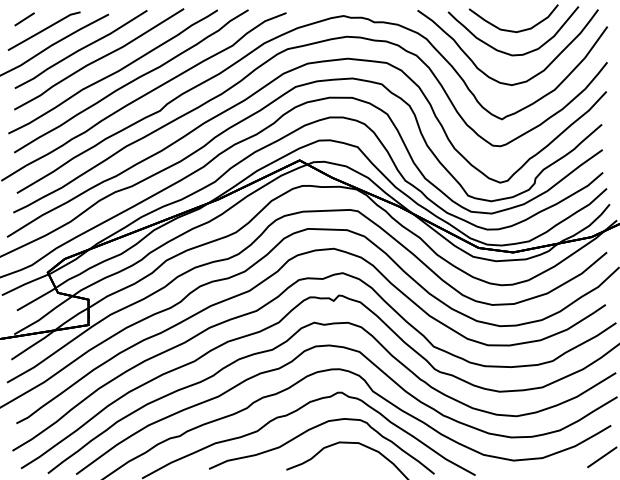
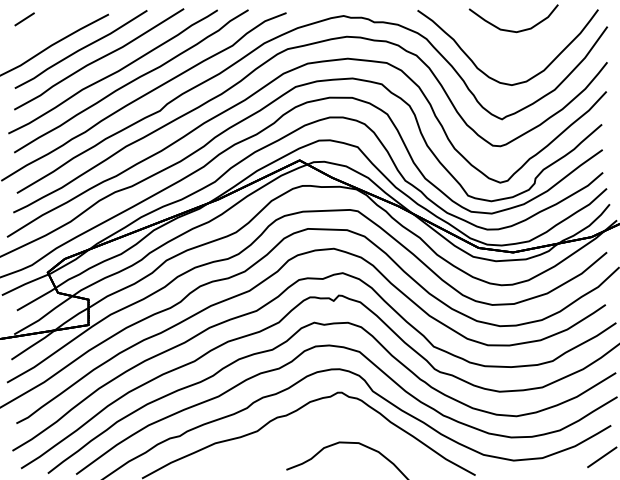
line at (43, 30): present -> none
curve at (507, 52): present -> none
curve at (312, 429): present -> none
